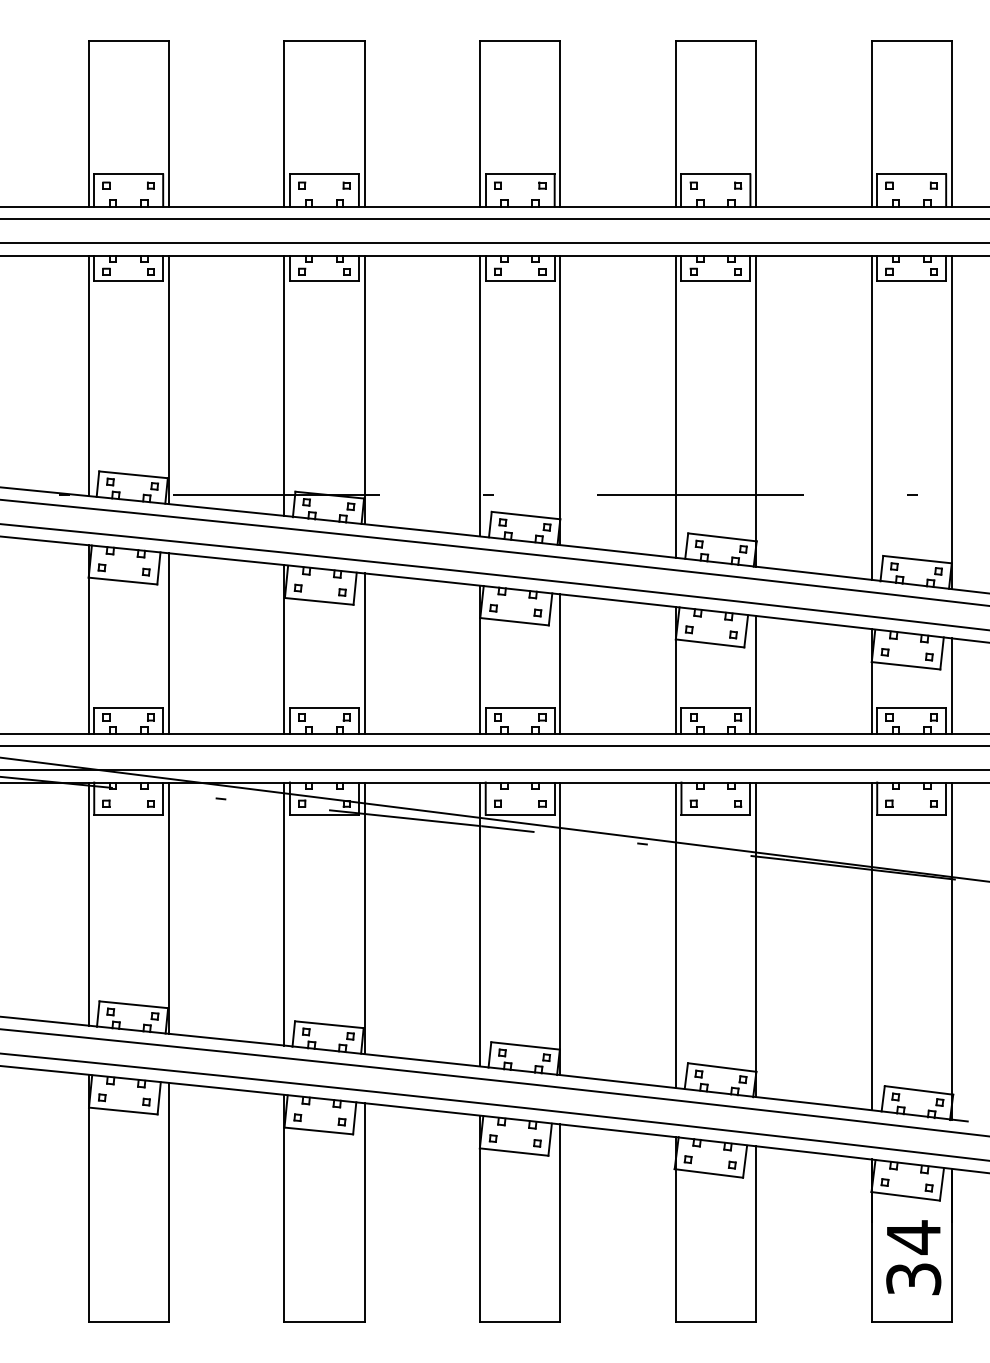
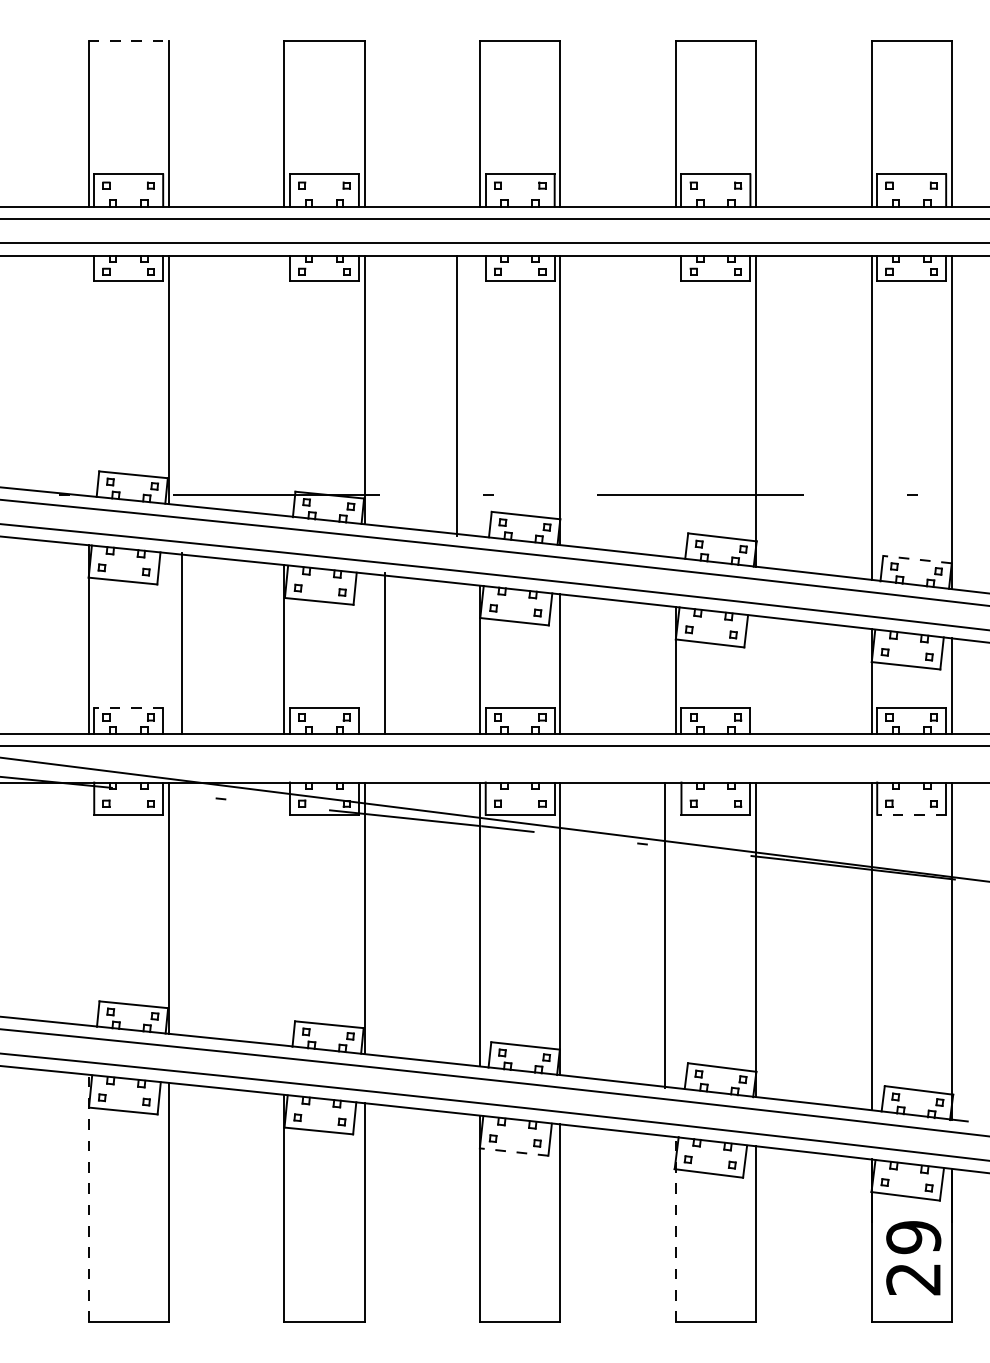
line at (129, 40): solid -> dashed
line at (88, 375): present -> none
line at (284, 385): present -> none
line at (480, 395) position: (480, 395) -> (457, 395)
line at (675, 406): present -> none
line at (917, 559): solid -> dashed
line at (168, 643) position: (168, 643) -> (181, 643)
line at (364, 653) position: (364, 653) -> (384, 653)
line at (755, 674): present -> none
line at (128, 708): solid -> dashed
line at (494, 770): present -> none
line at (911, 814): solid -> dashed
line at (88, 903): present -> none
line at (284, 913): present -> none
line at (675, 934) position: (675, 934) -> (664, 934)
line at (513, 1152): solid -> dashed
line at (88, 1198): solid -> dashed
line at (675, 1229): solid -> dashed
text at (913, 1257): 34 -> 29
